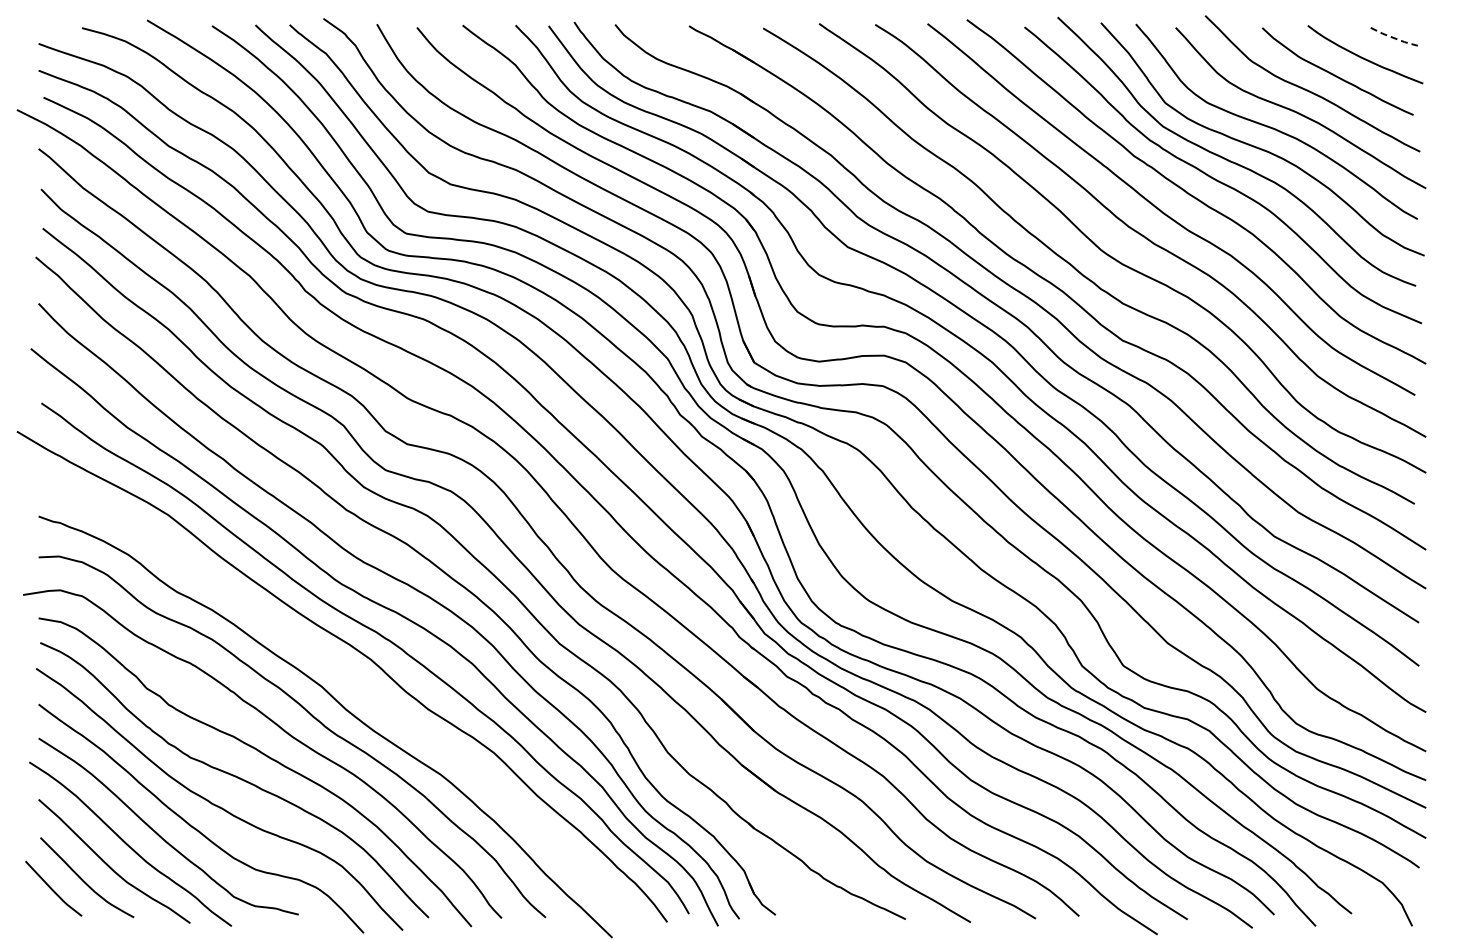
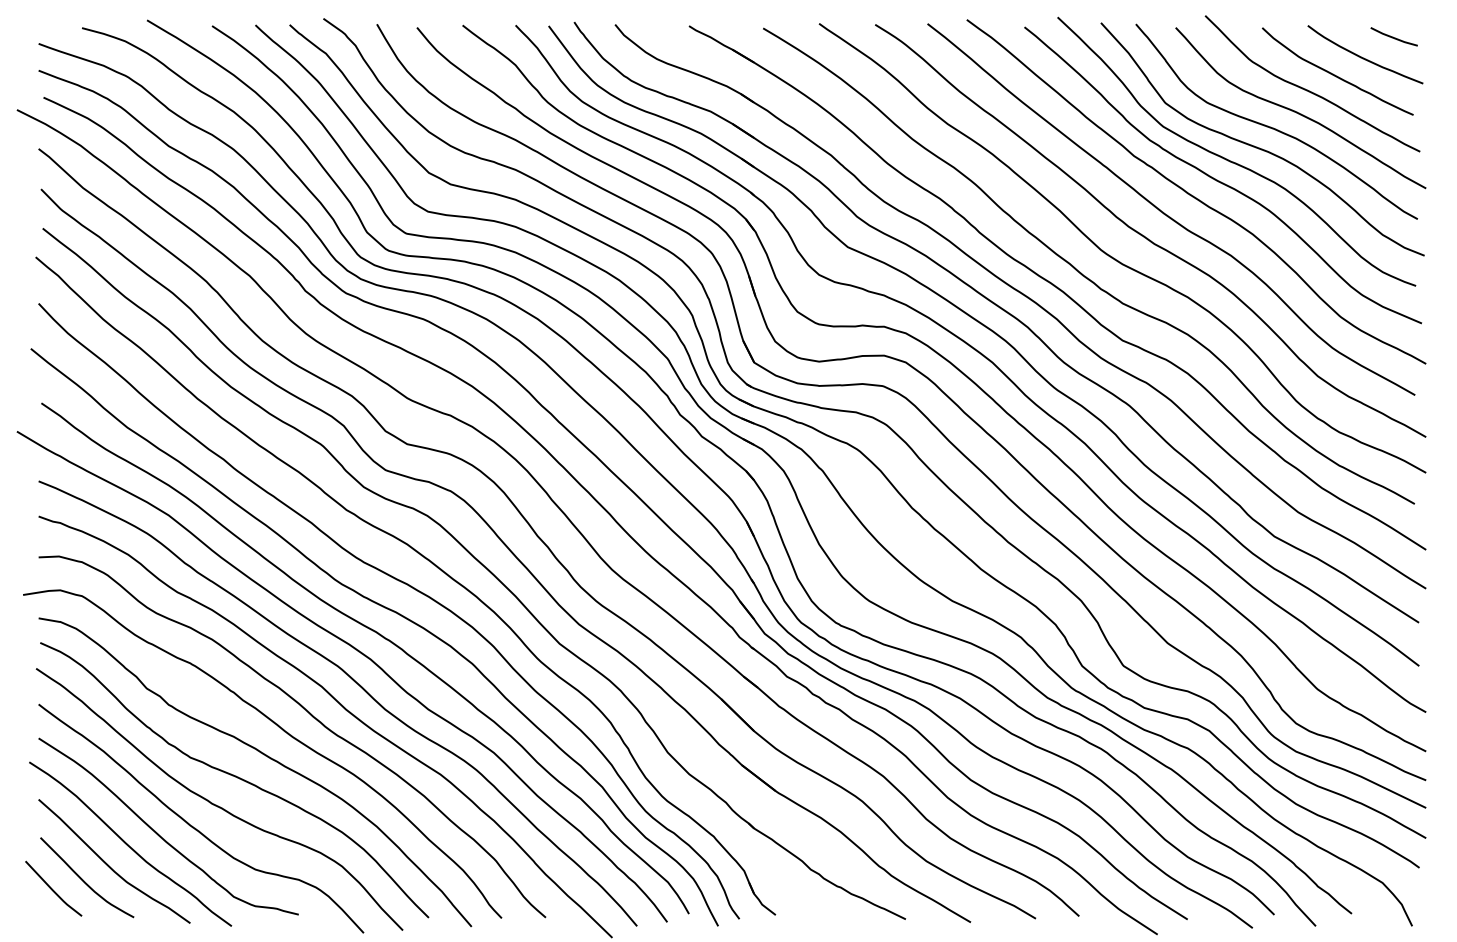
line at (1393, 37): dashed -> solid
curve at (355, 683): none -> present
